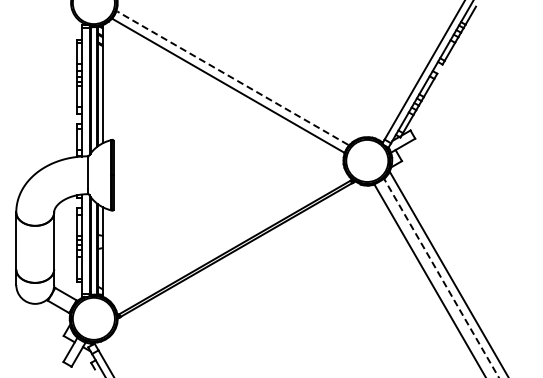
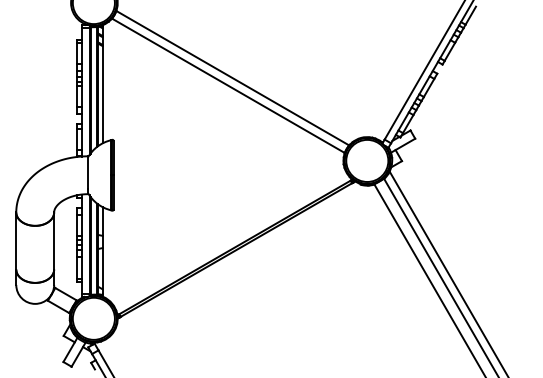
line at (232, 77): dashed -> solid
line at (441, 278): dashed -> solid
